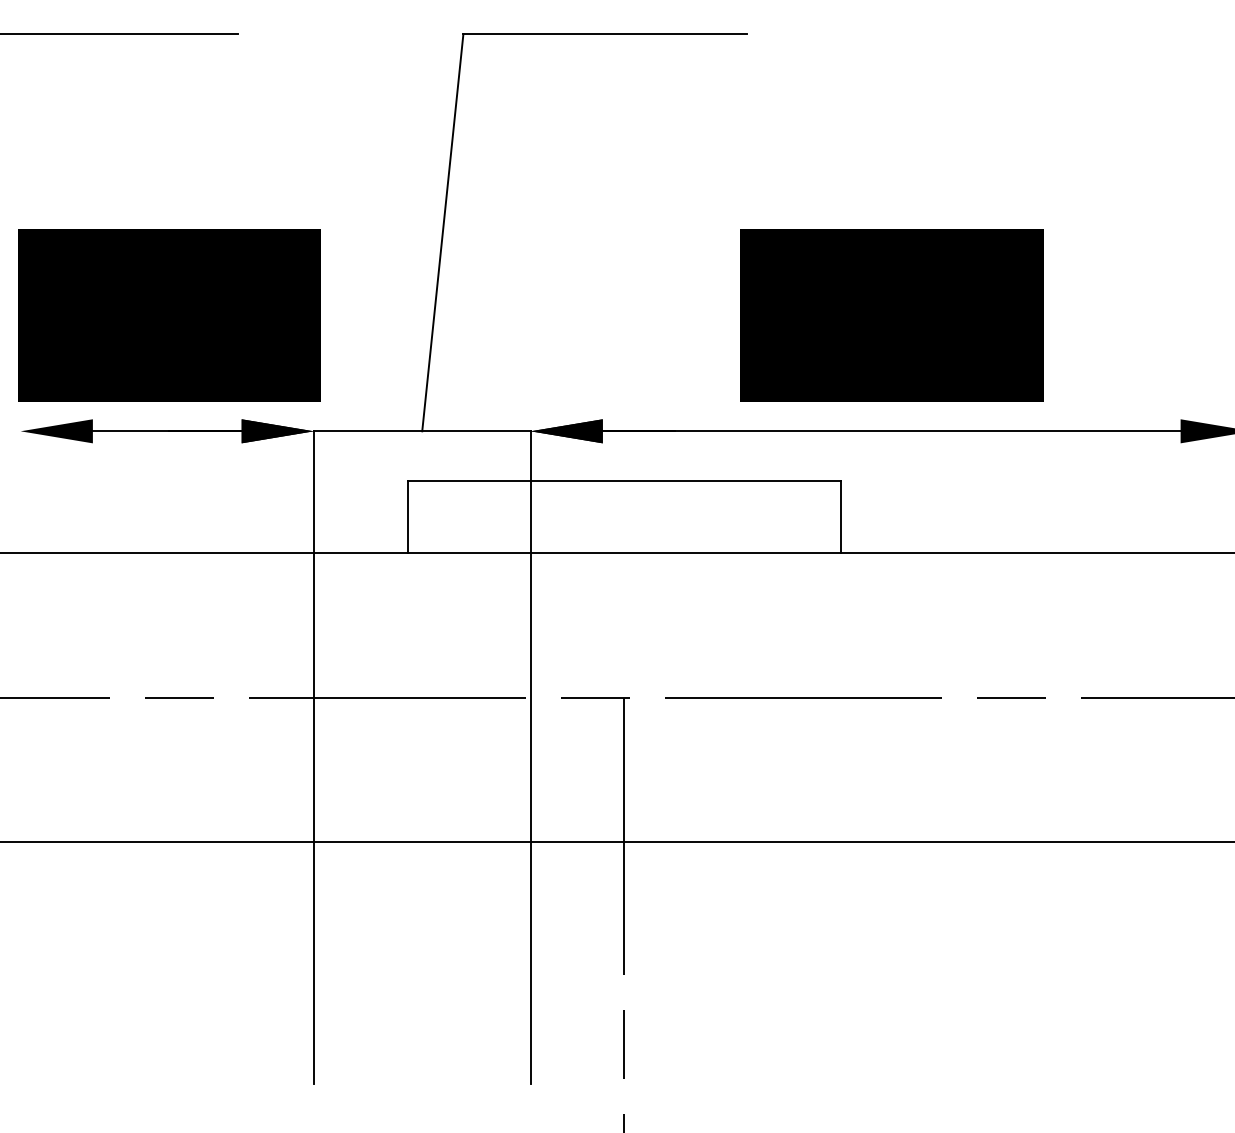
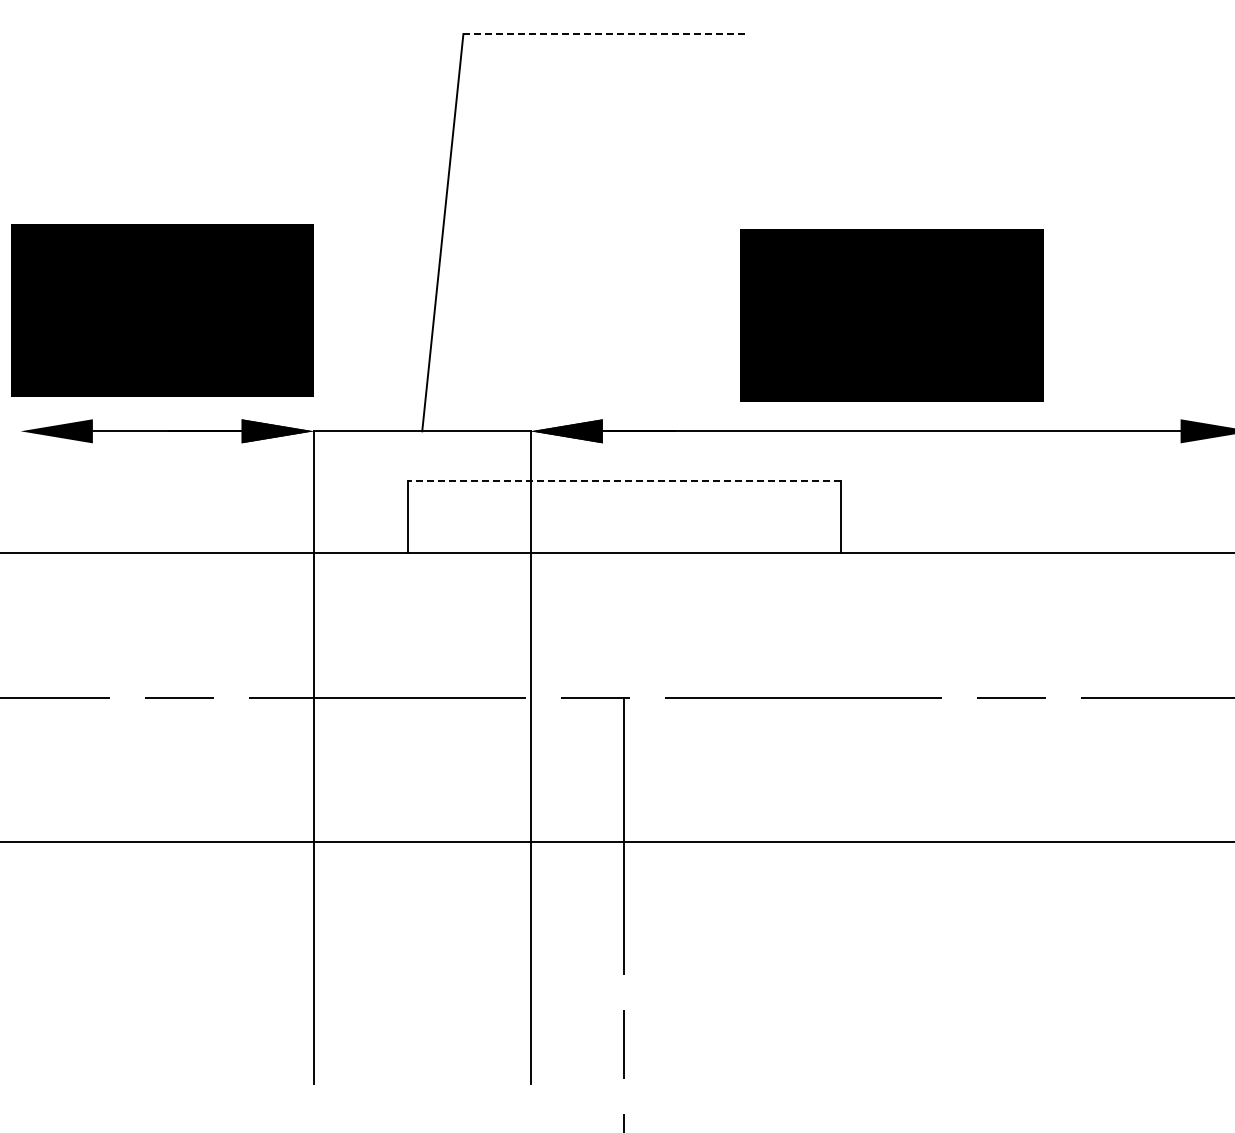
line at (120, 34): present -> none
line at (604, 34): solid -> dashed
text at (169, 315) position: (169, 315) -> (162, 310)
line at (624, 481): solid -> dashed
